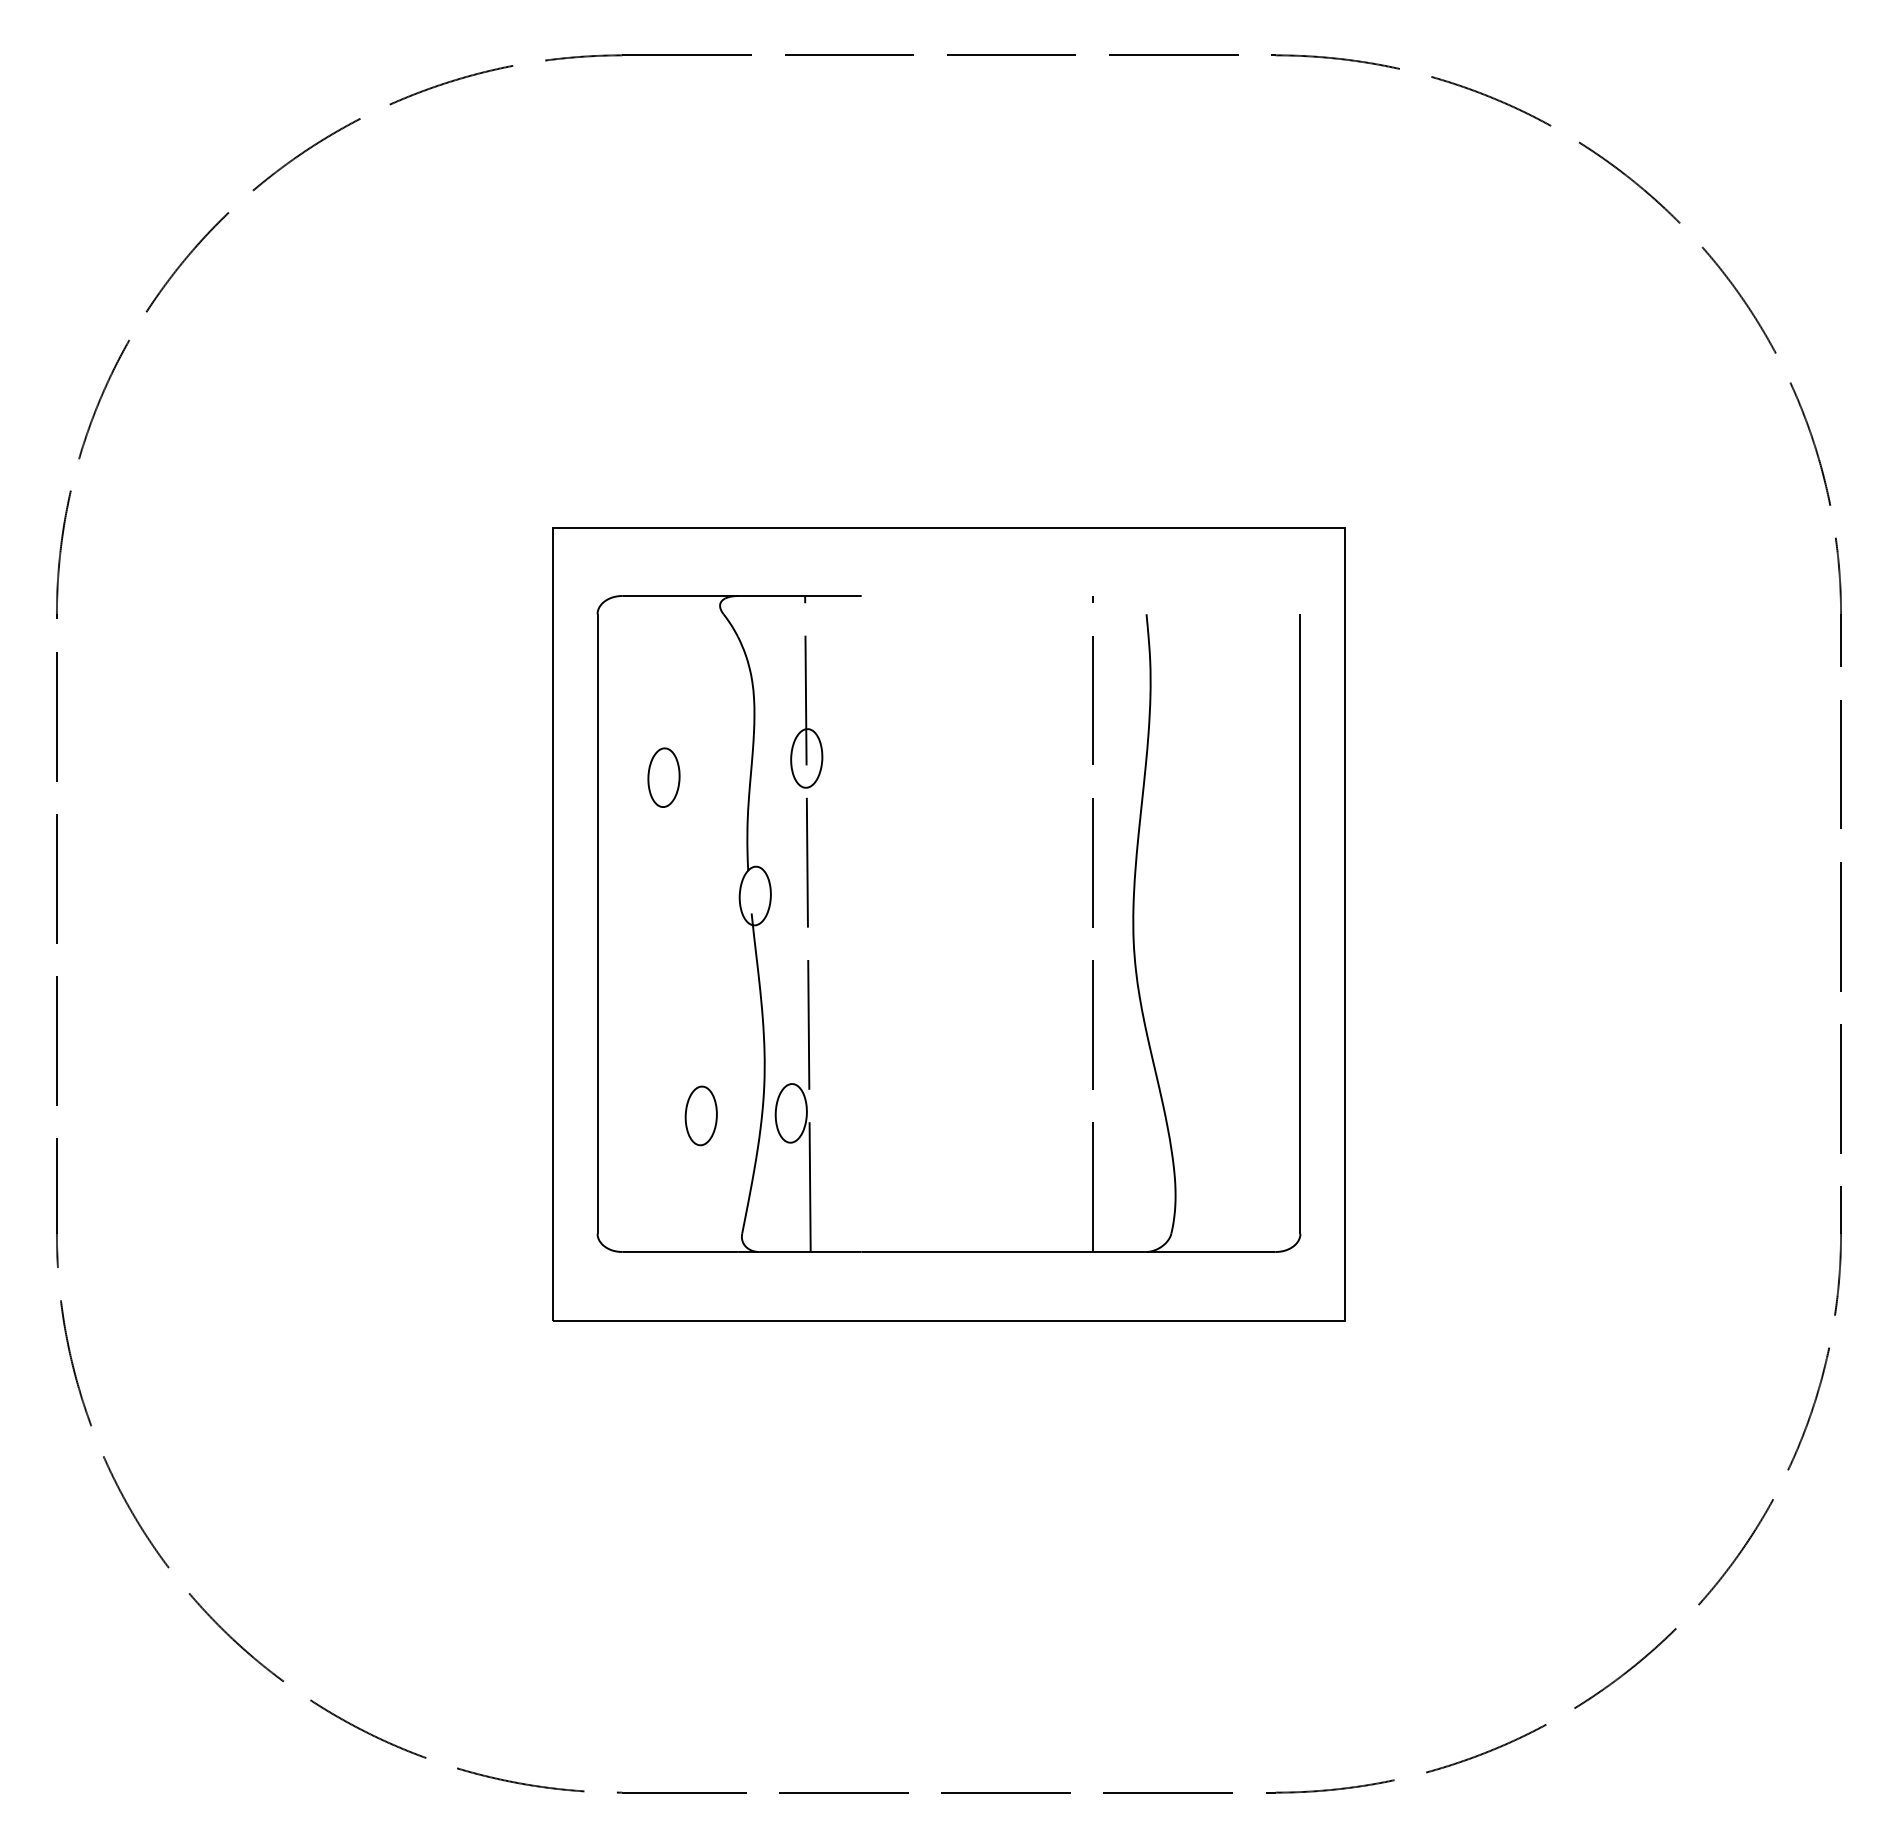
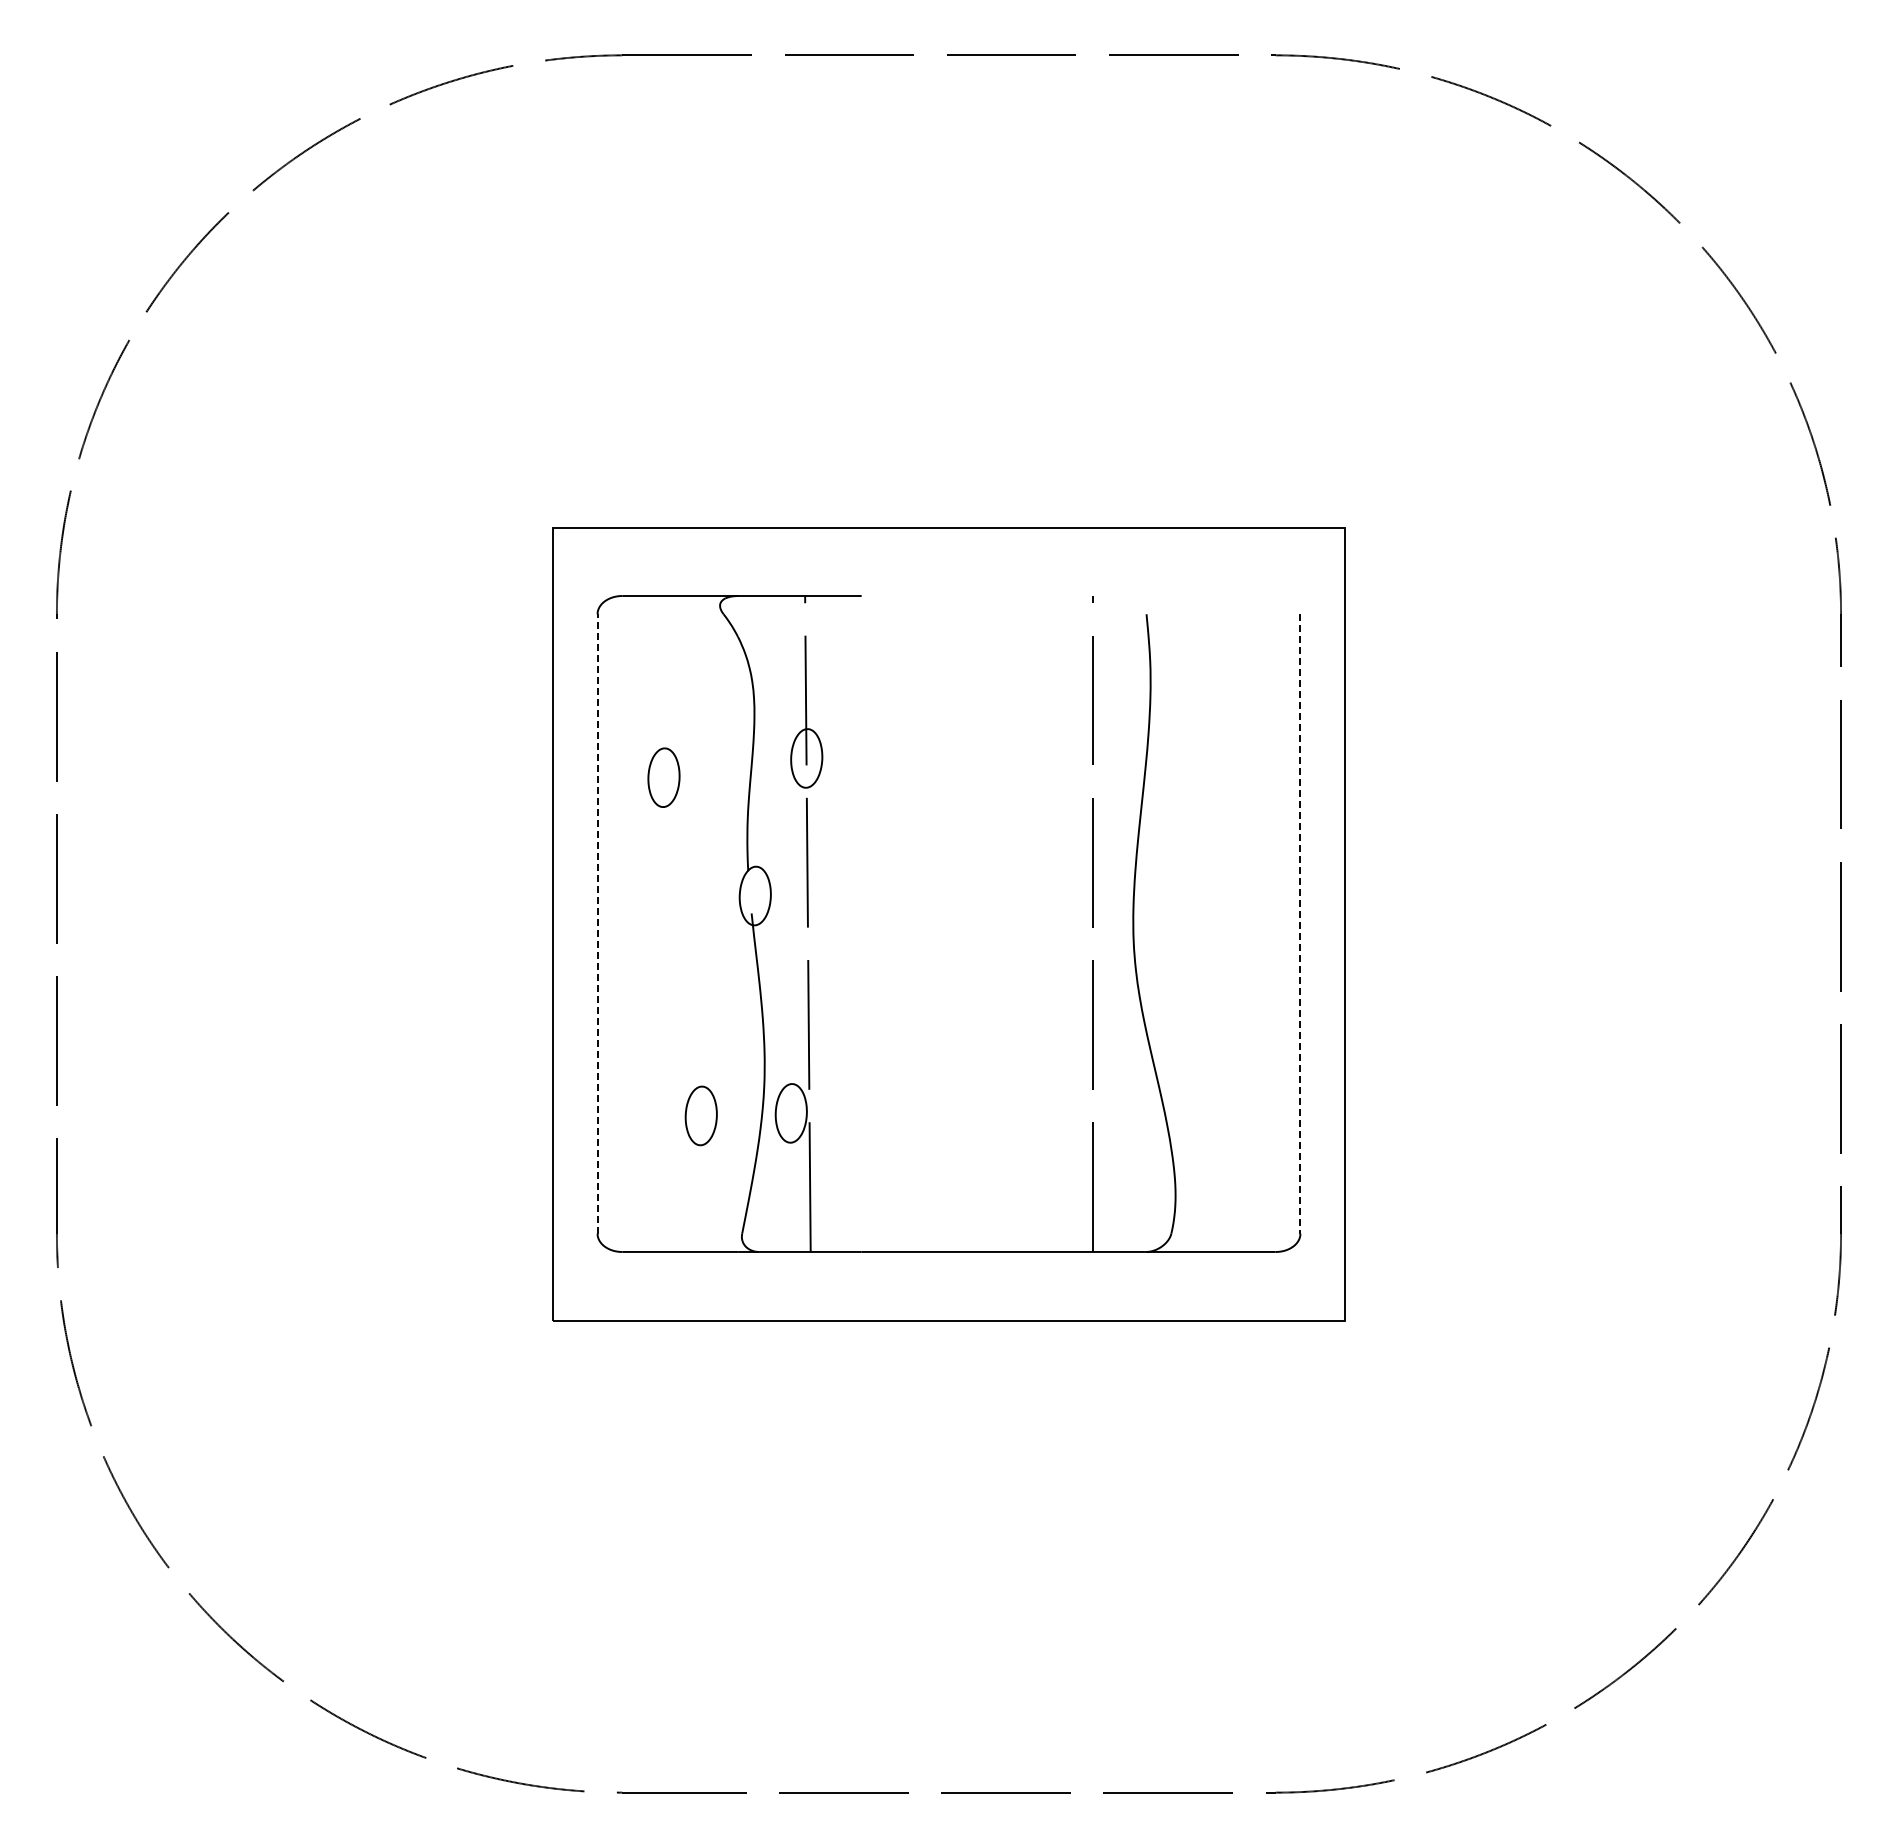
line at (597, 924): solid -> dashed
line at (1300, 924): solid -> dashed
